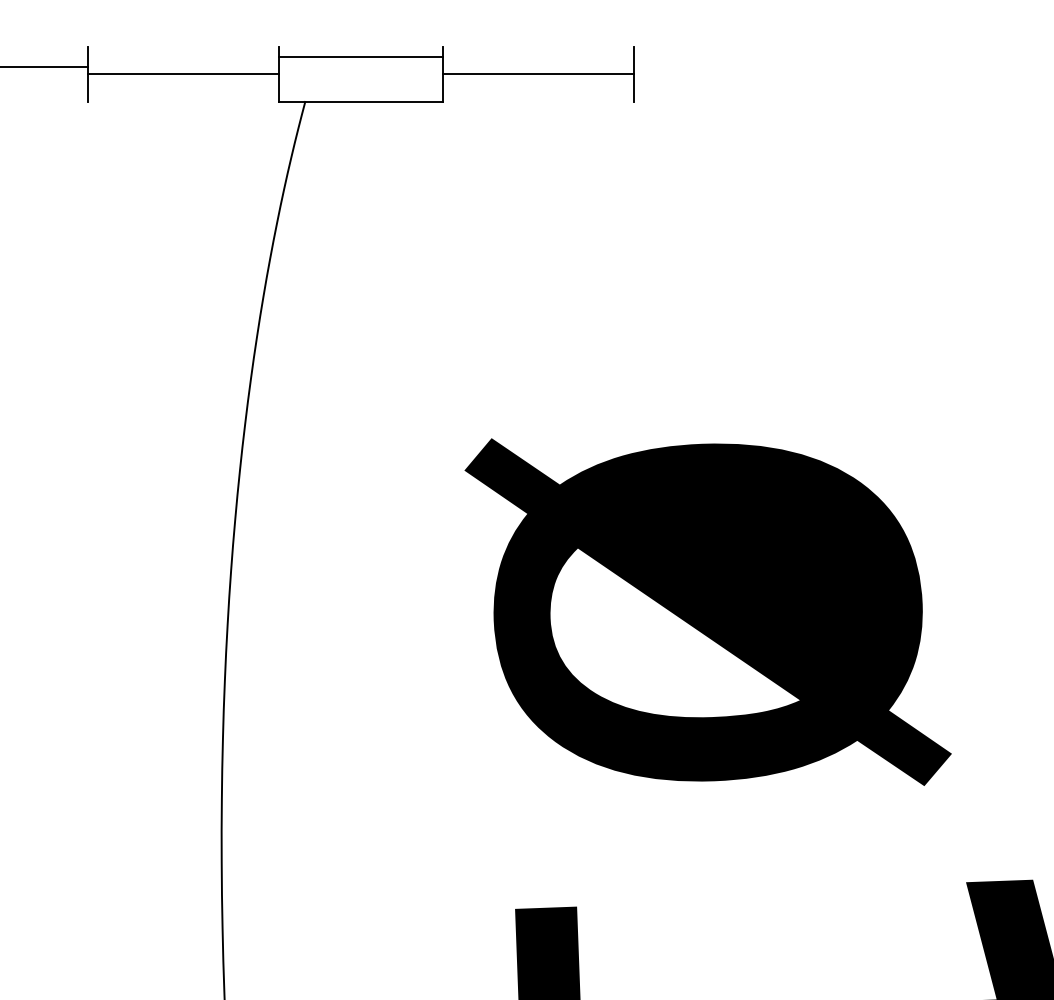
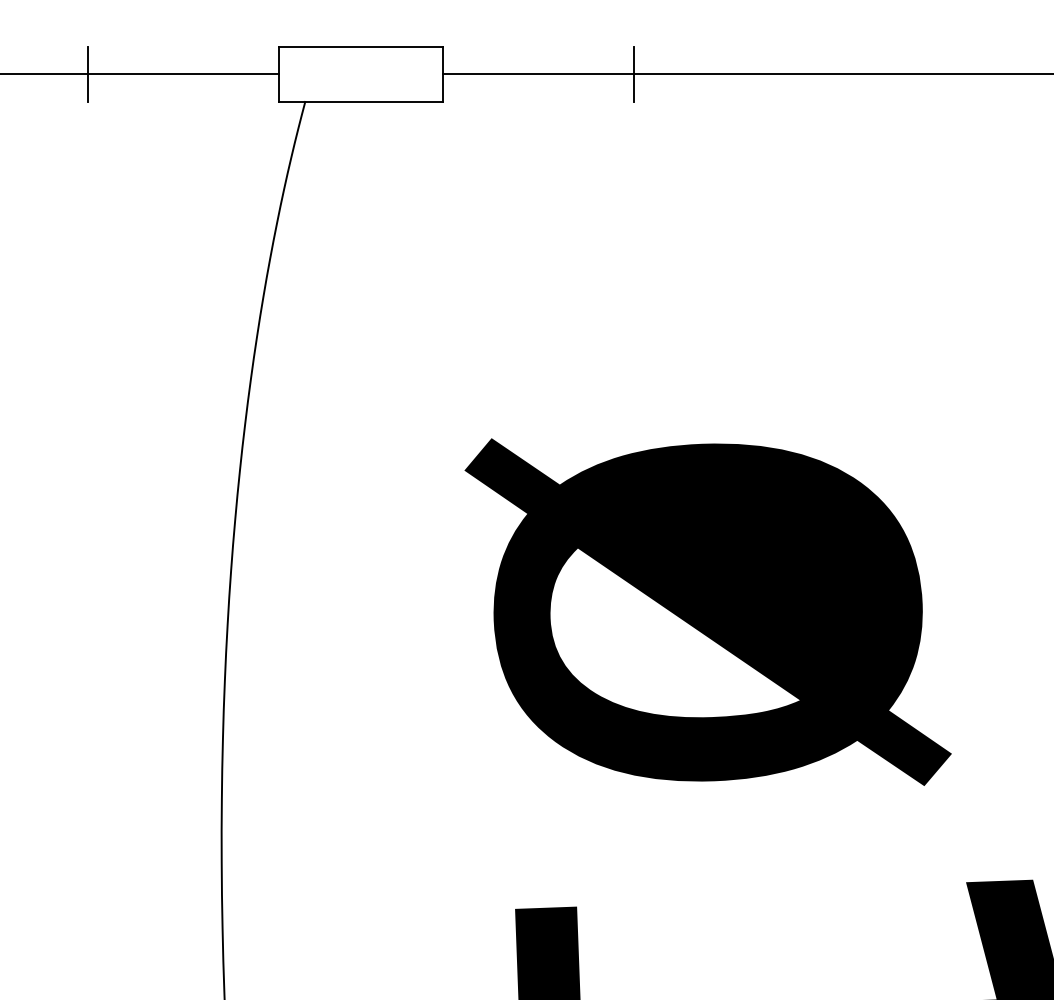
line at (360, 57) position: (360, 57) -> (360, 47)
line at (45, 67) position: (45, 67) -> (45, 74)
line at (841, 74): none -> present
